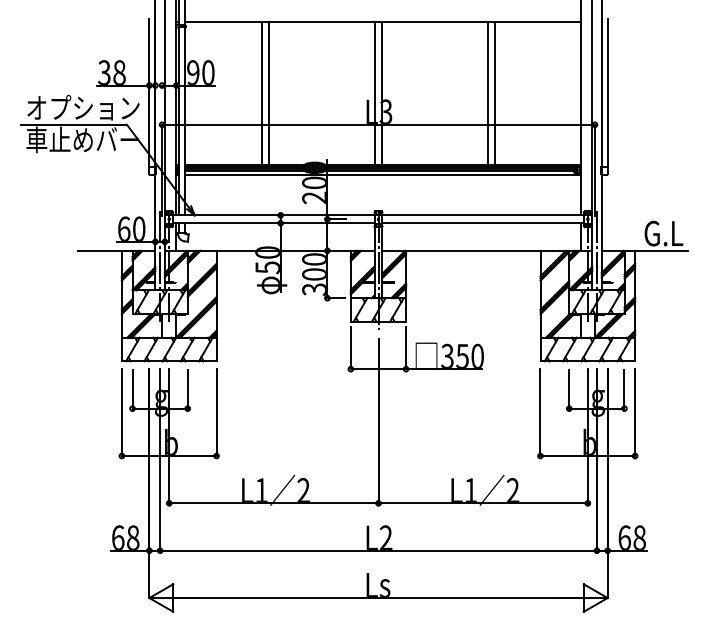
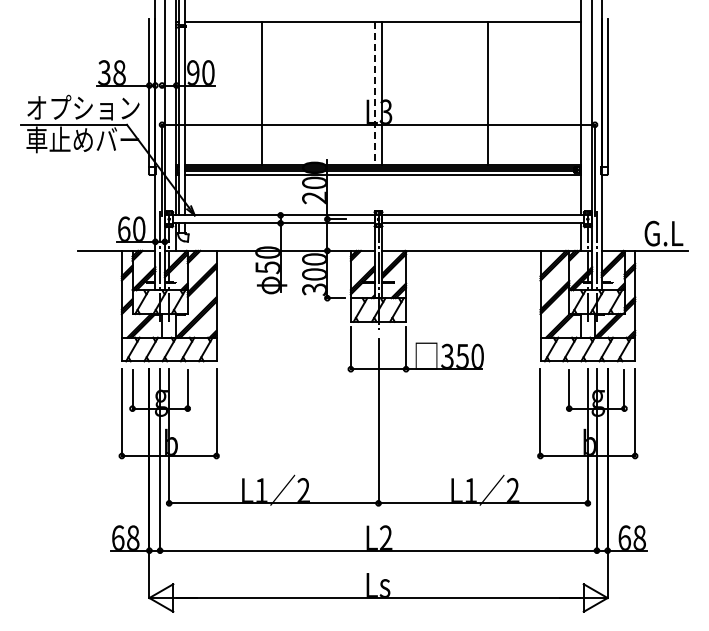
line at (268, 92): present -> none
line at (494, 92): present -> none
line at (375, 93): solid -> dashed
